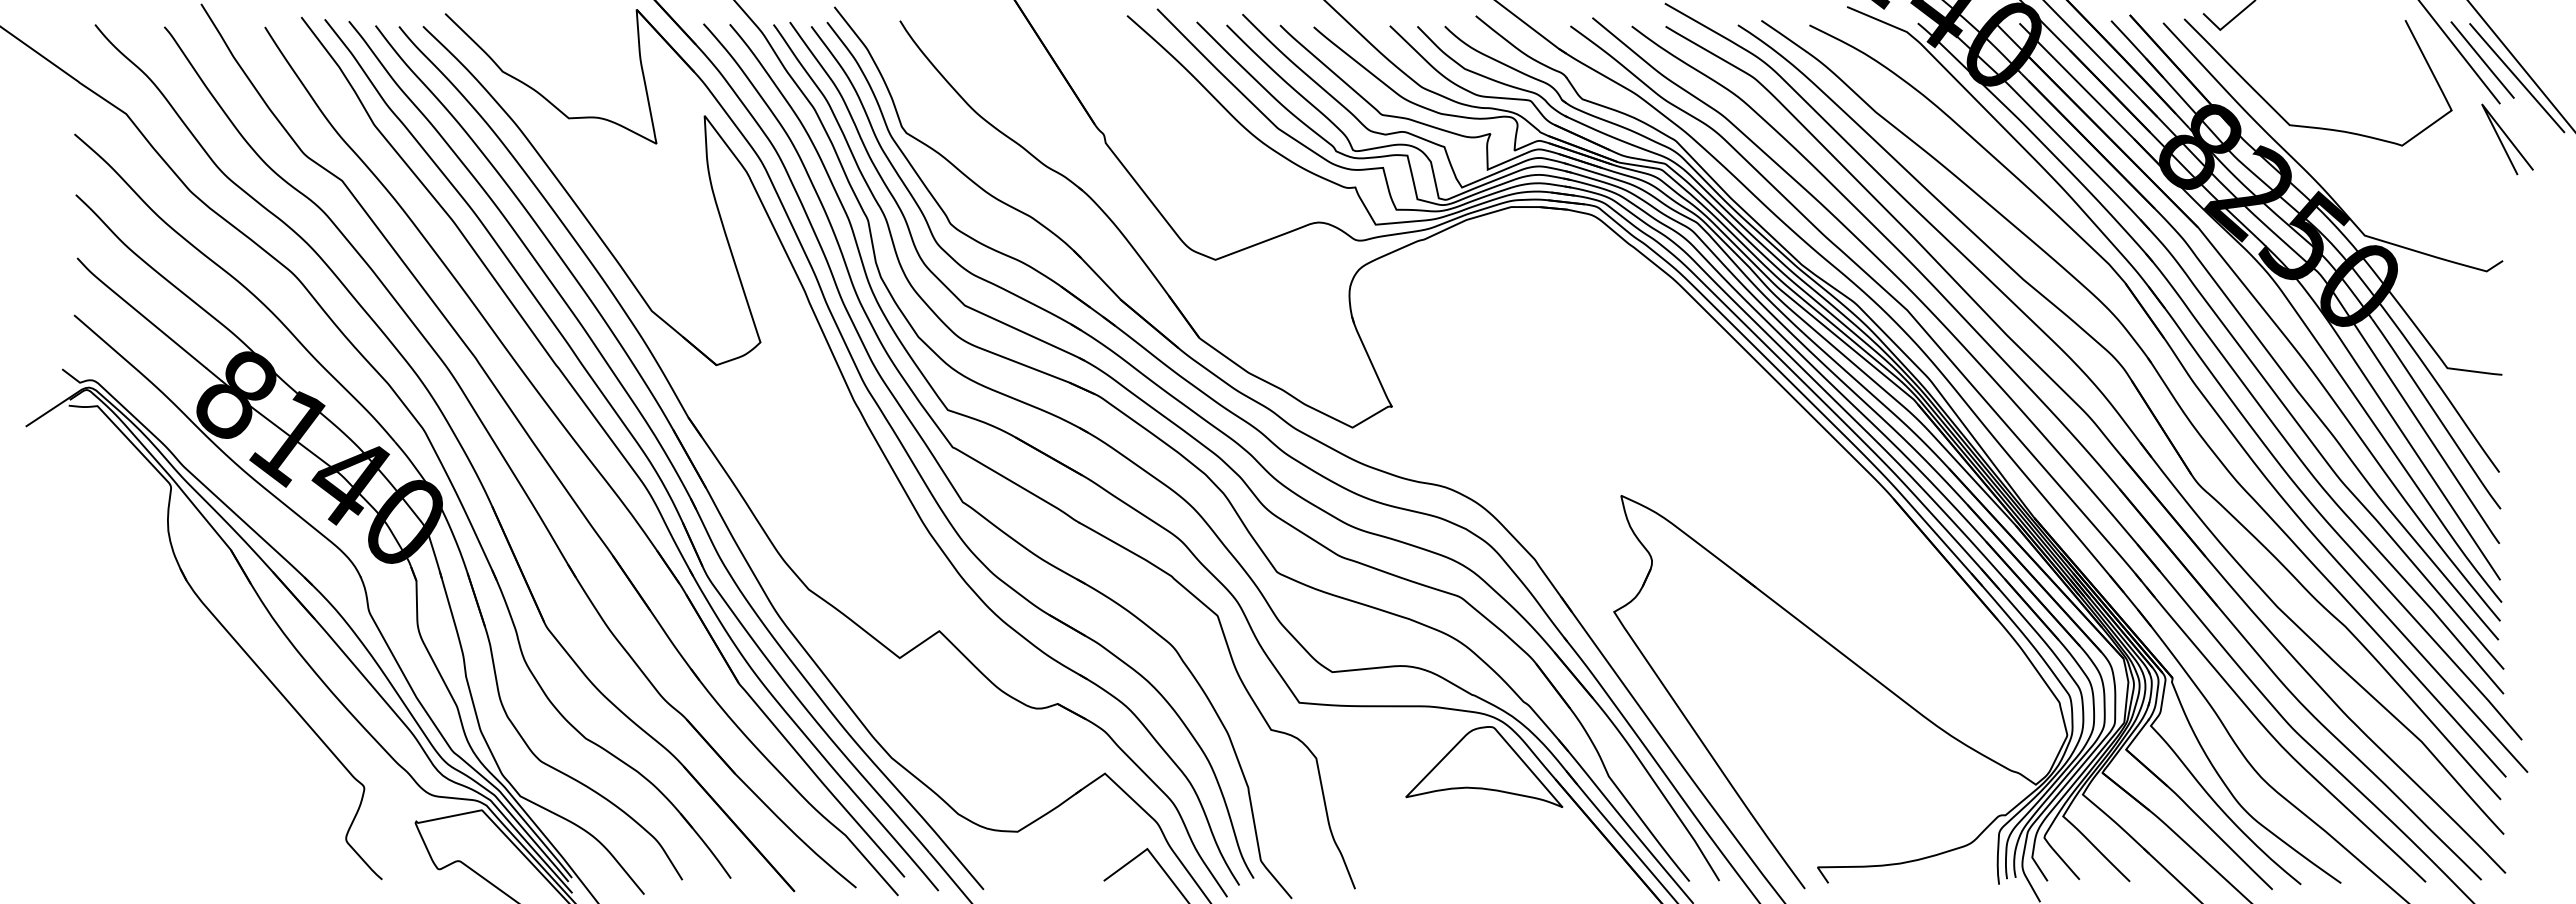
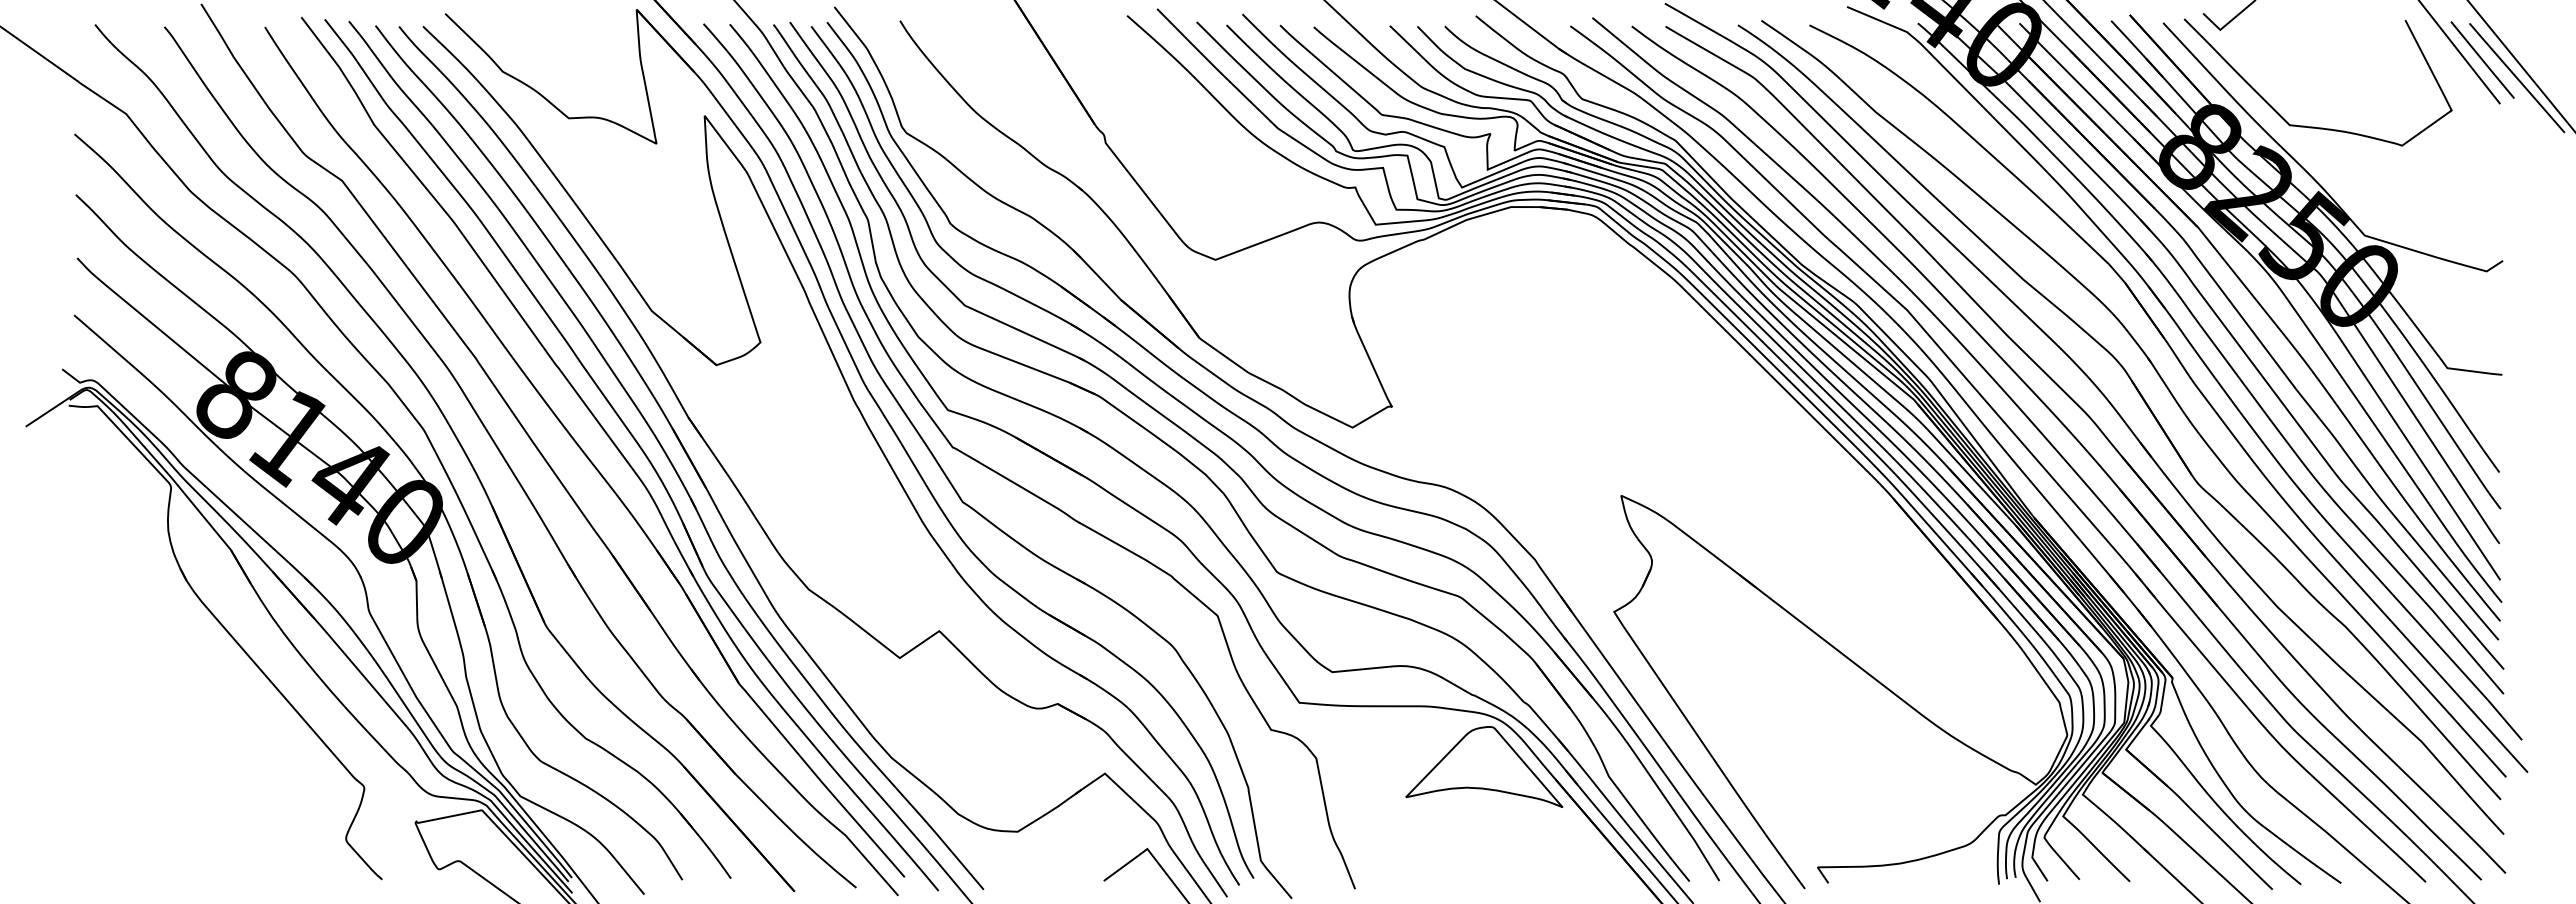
line at (2507, 138): present -> none
